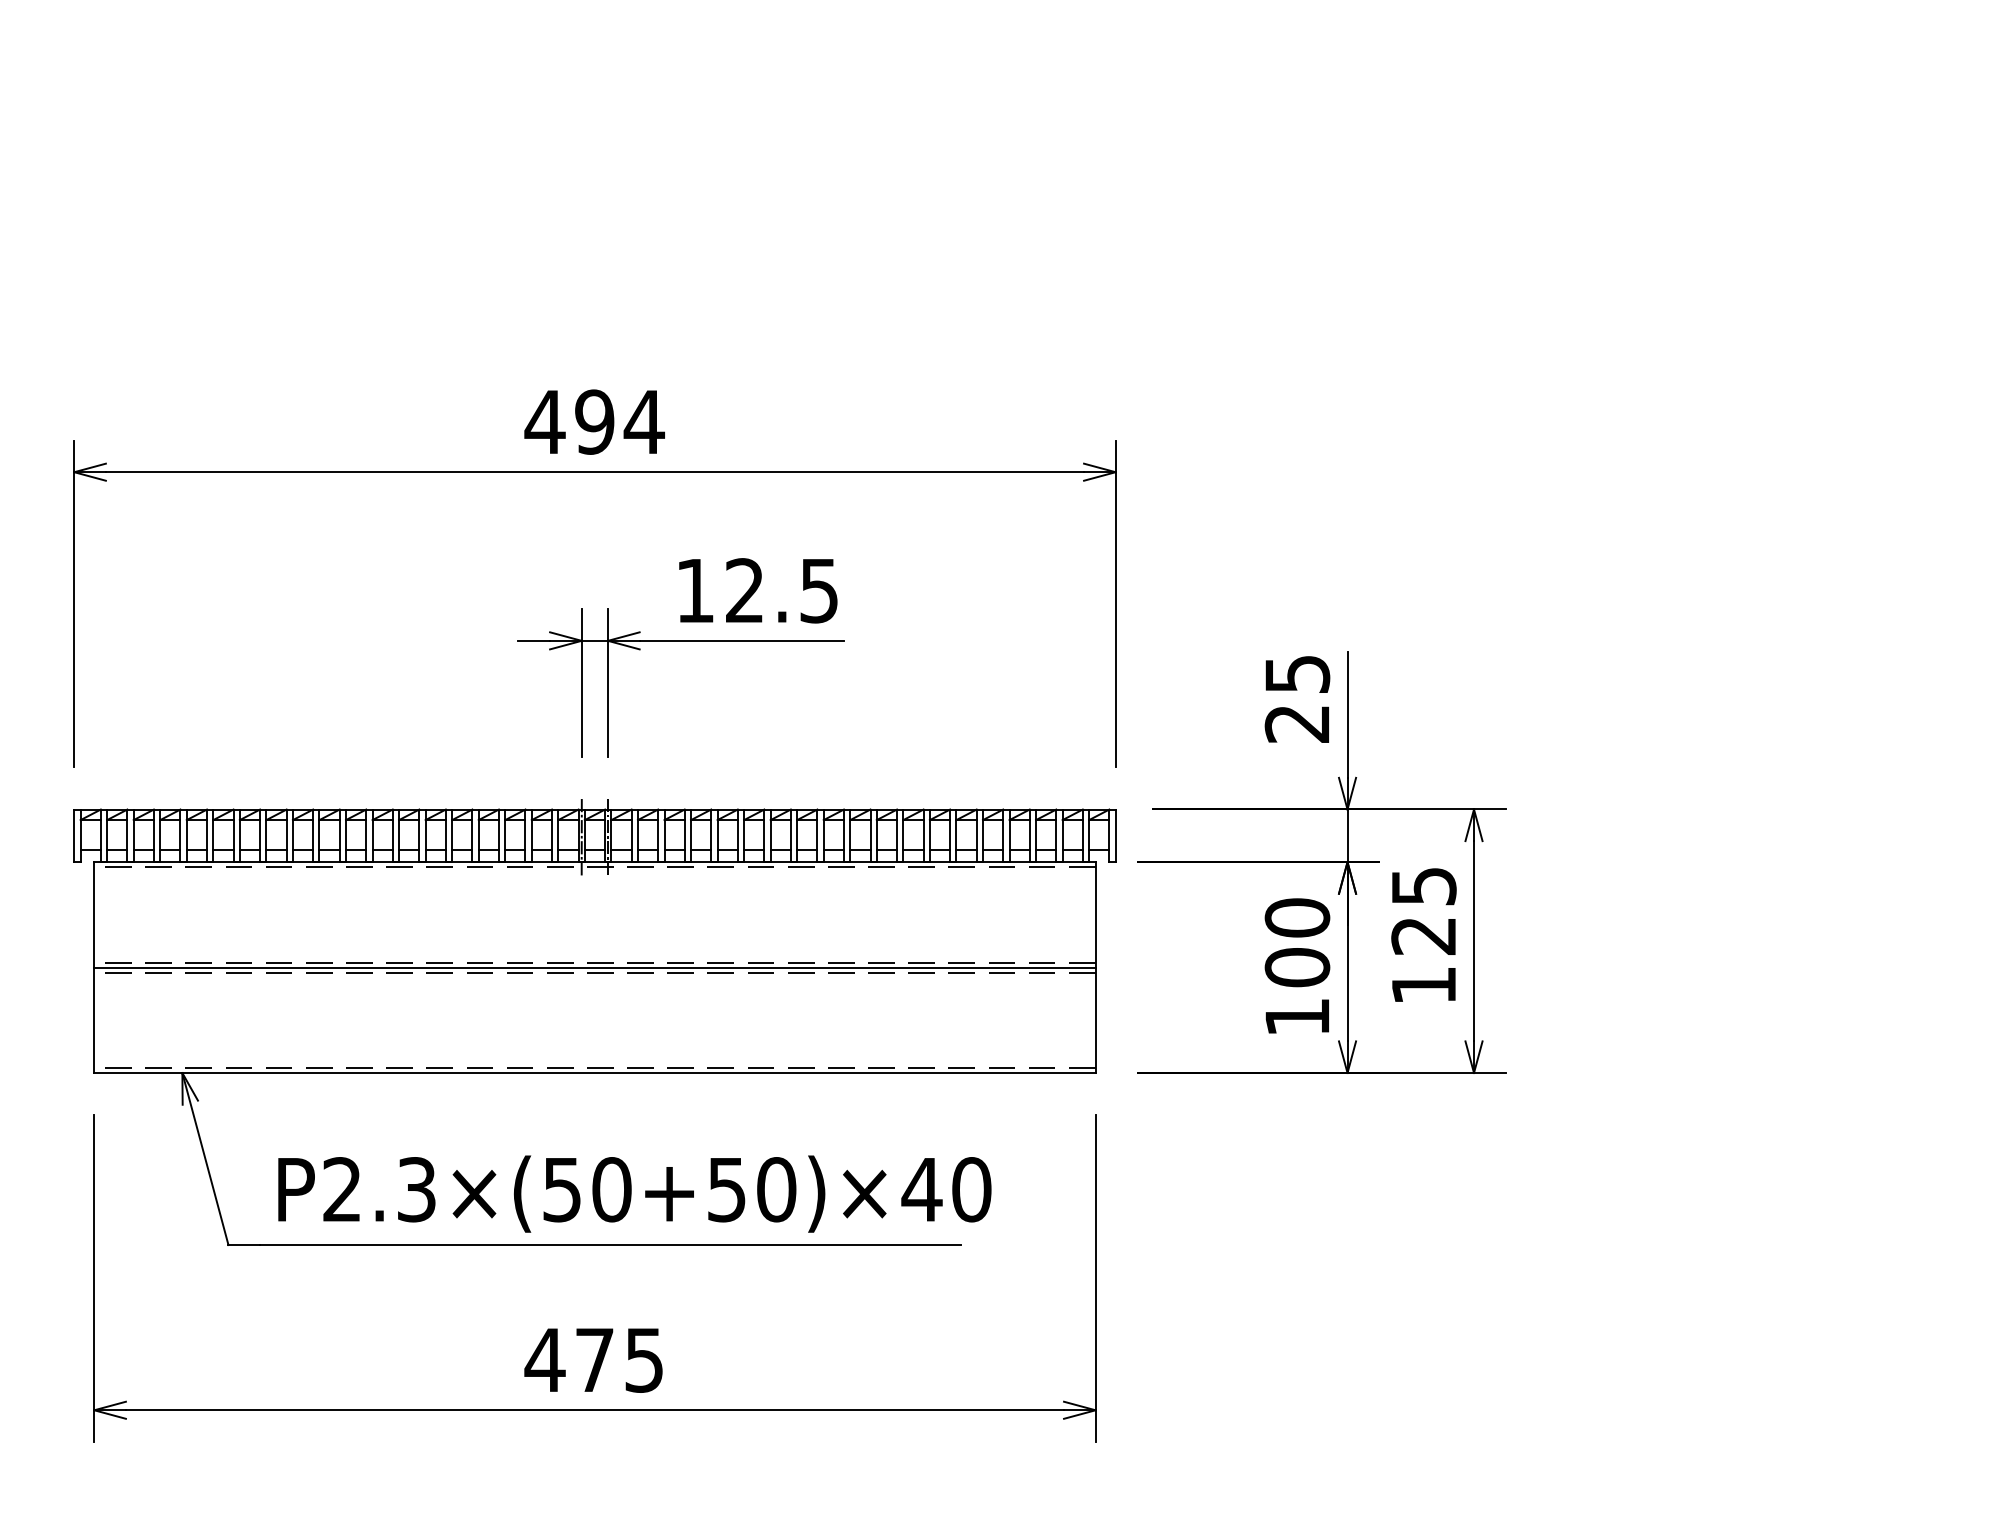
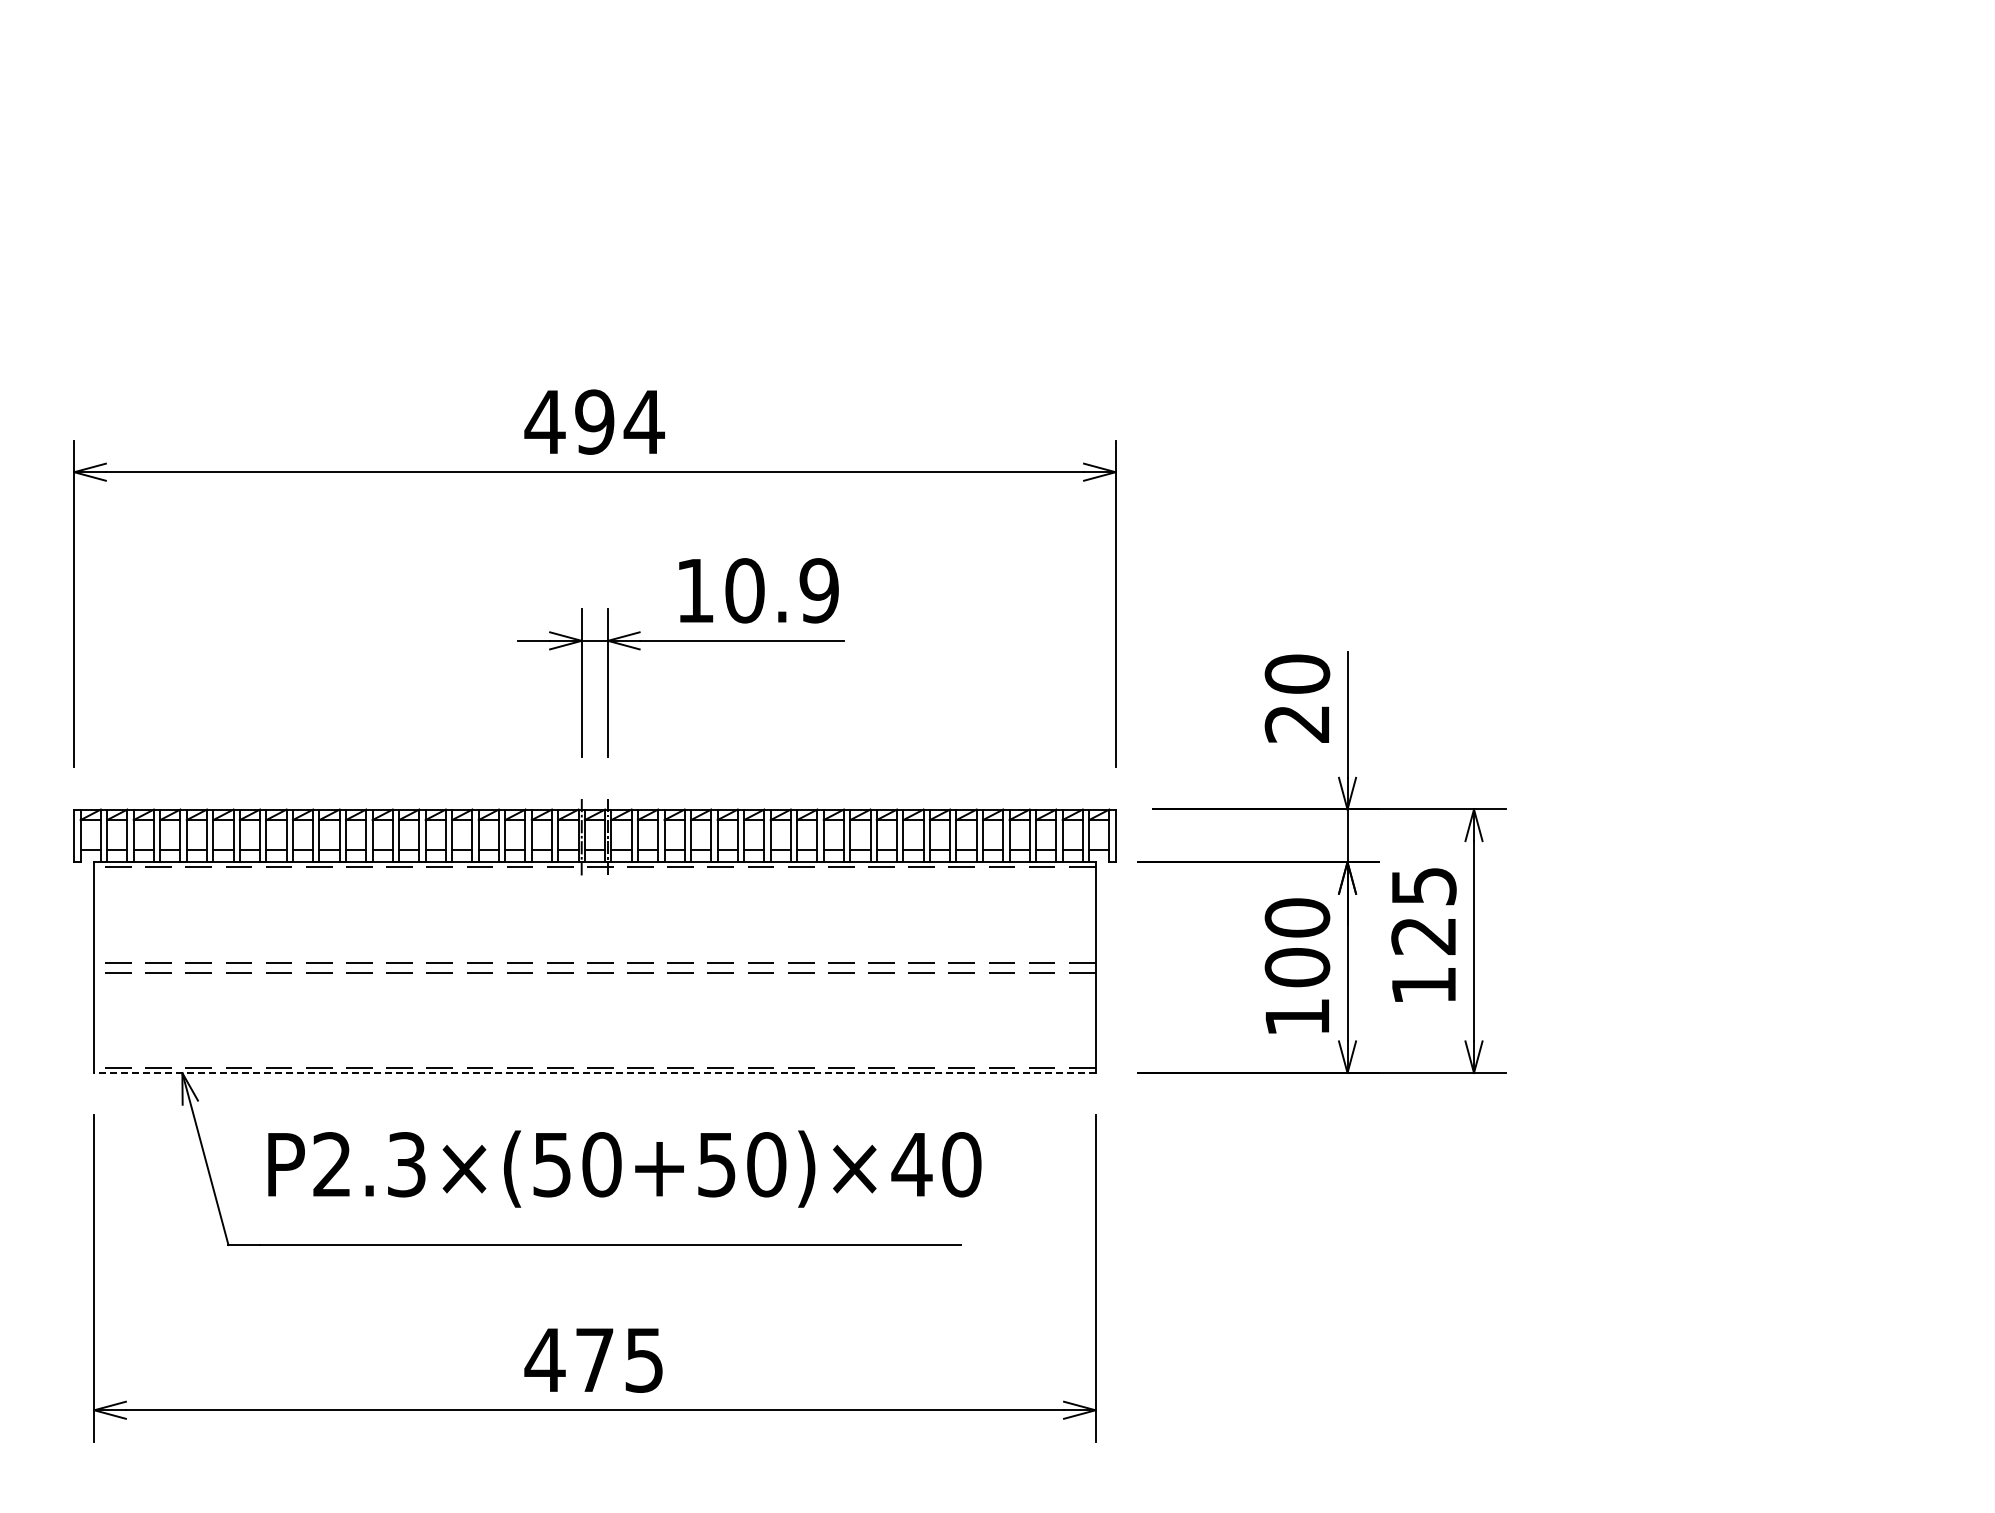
text at (781, 590): 12.5 -> 10.9
text at (1297, 673): 25 -> 20
line at (594, 967): present -> none
line at (594, 1073): solid -> dashed
text at (634, 1193) position: (634, 1193) -> (624, 1168)
